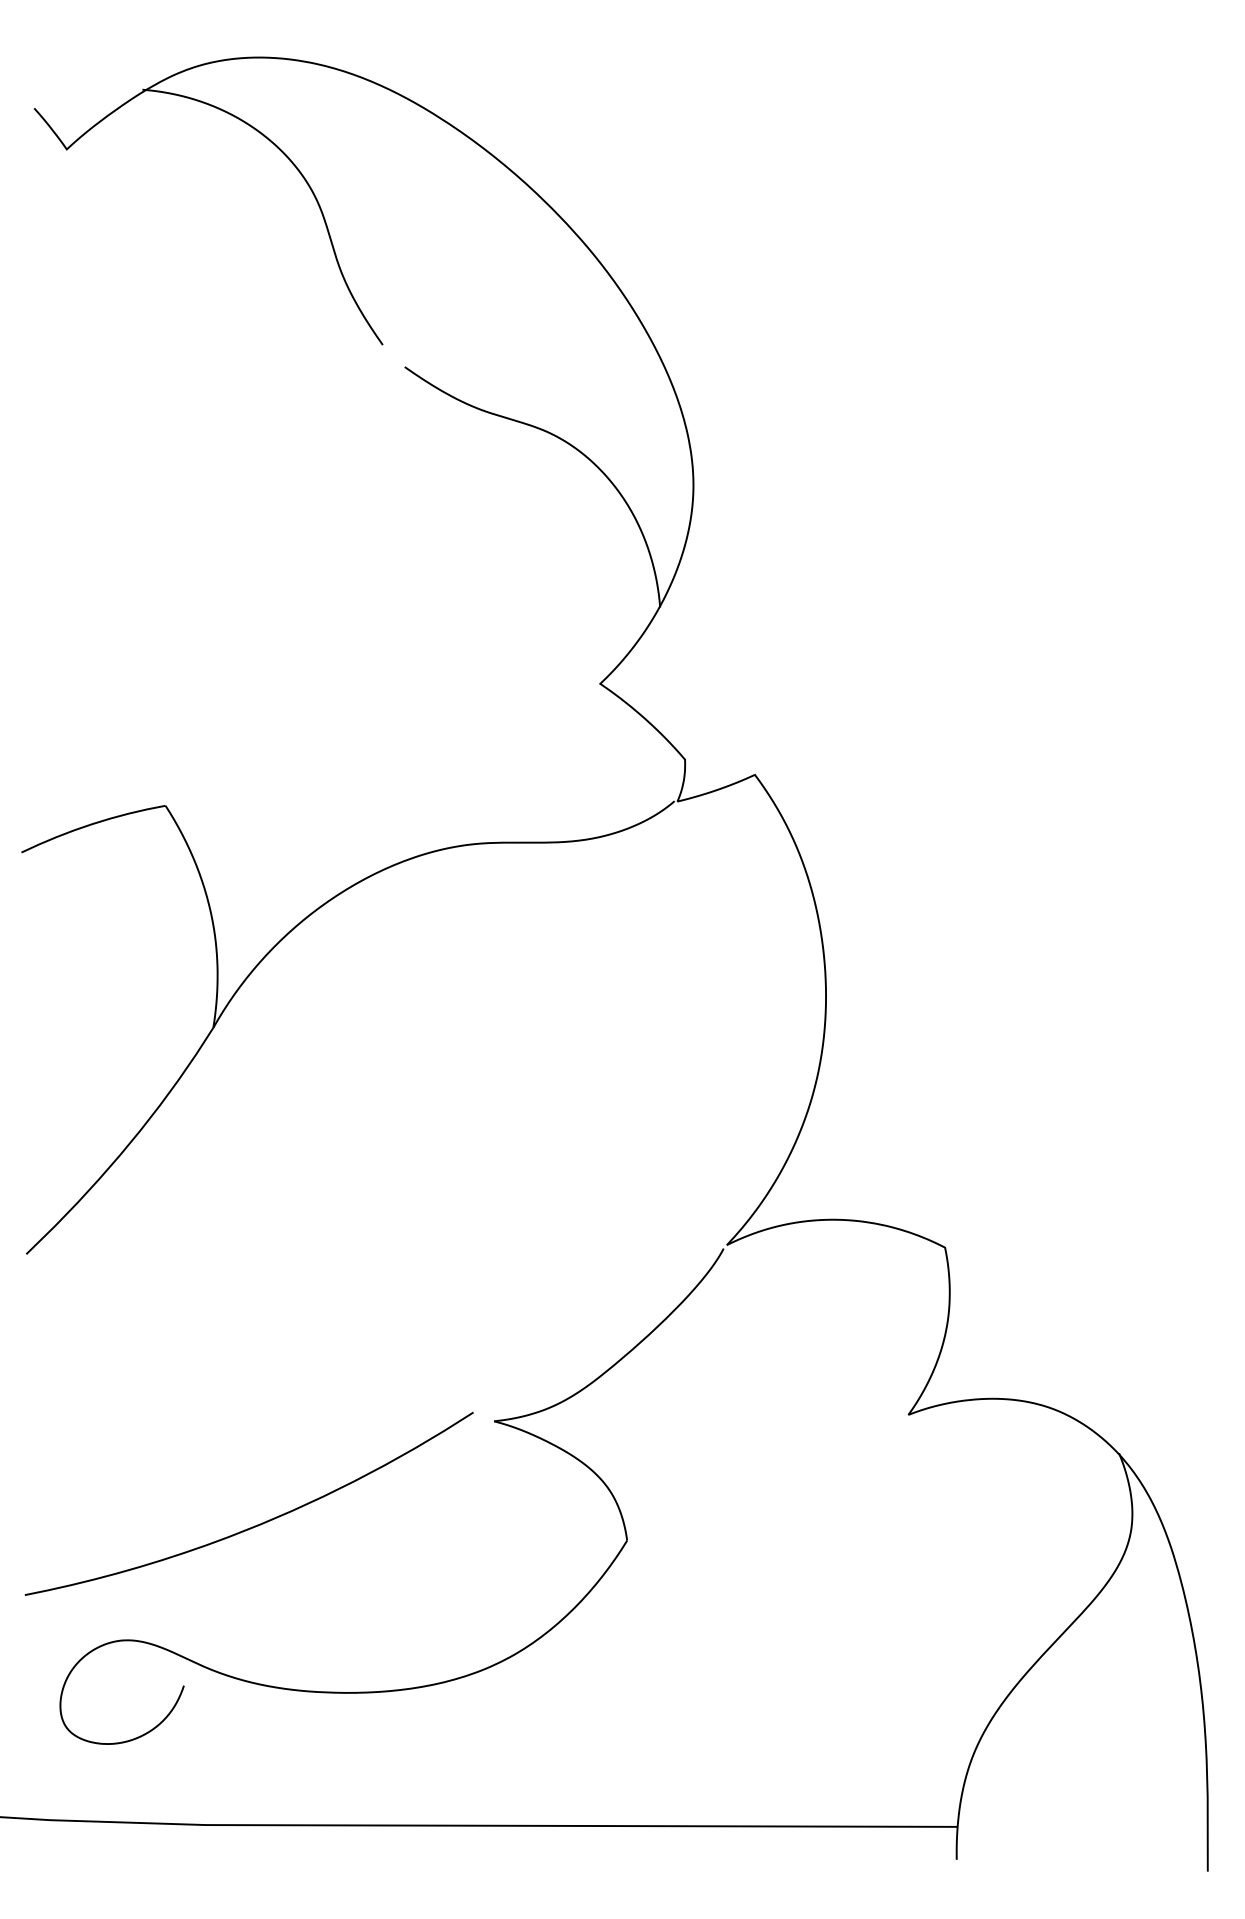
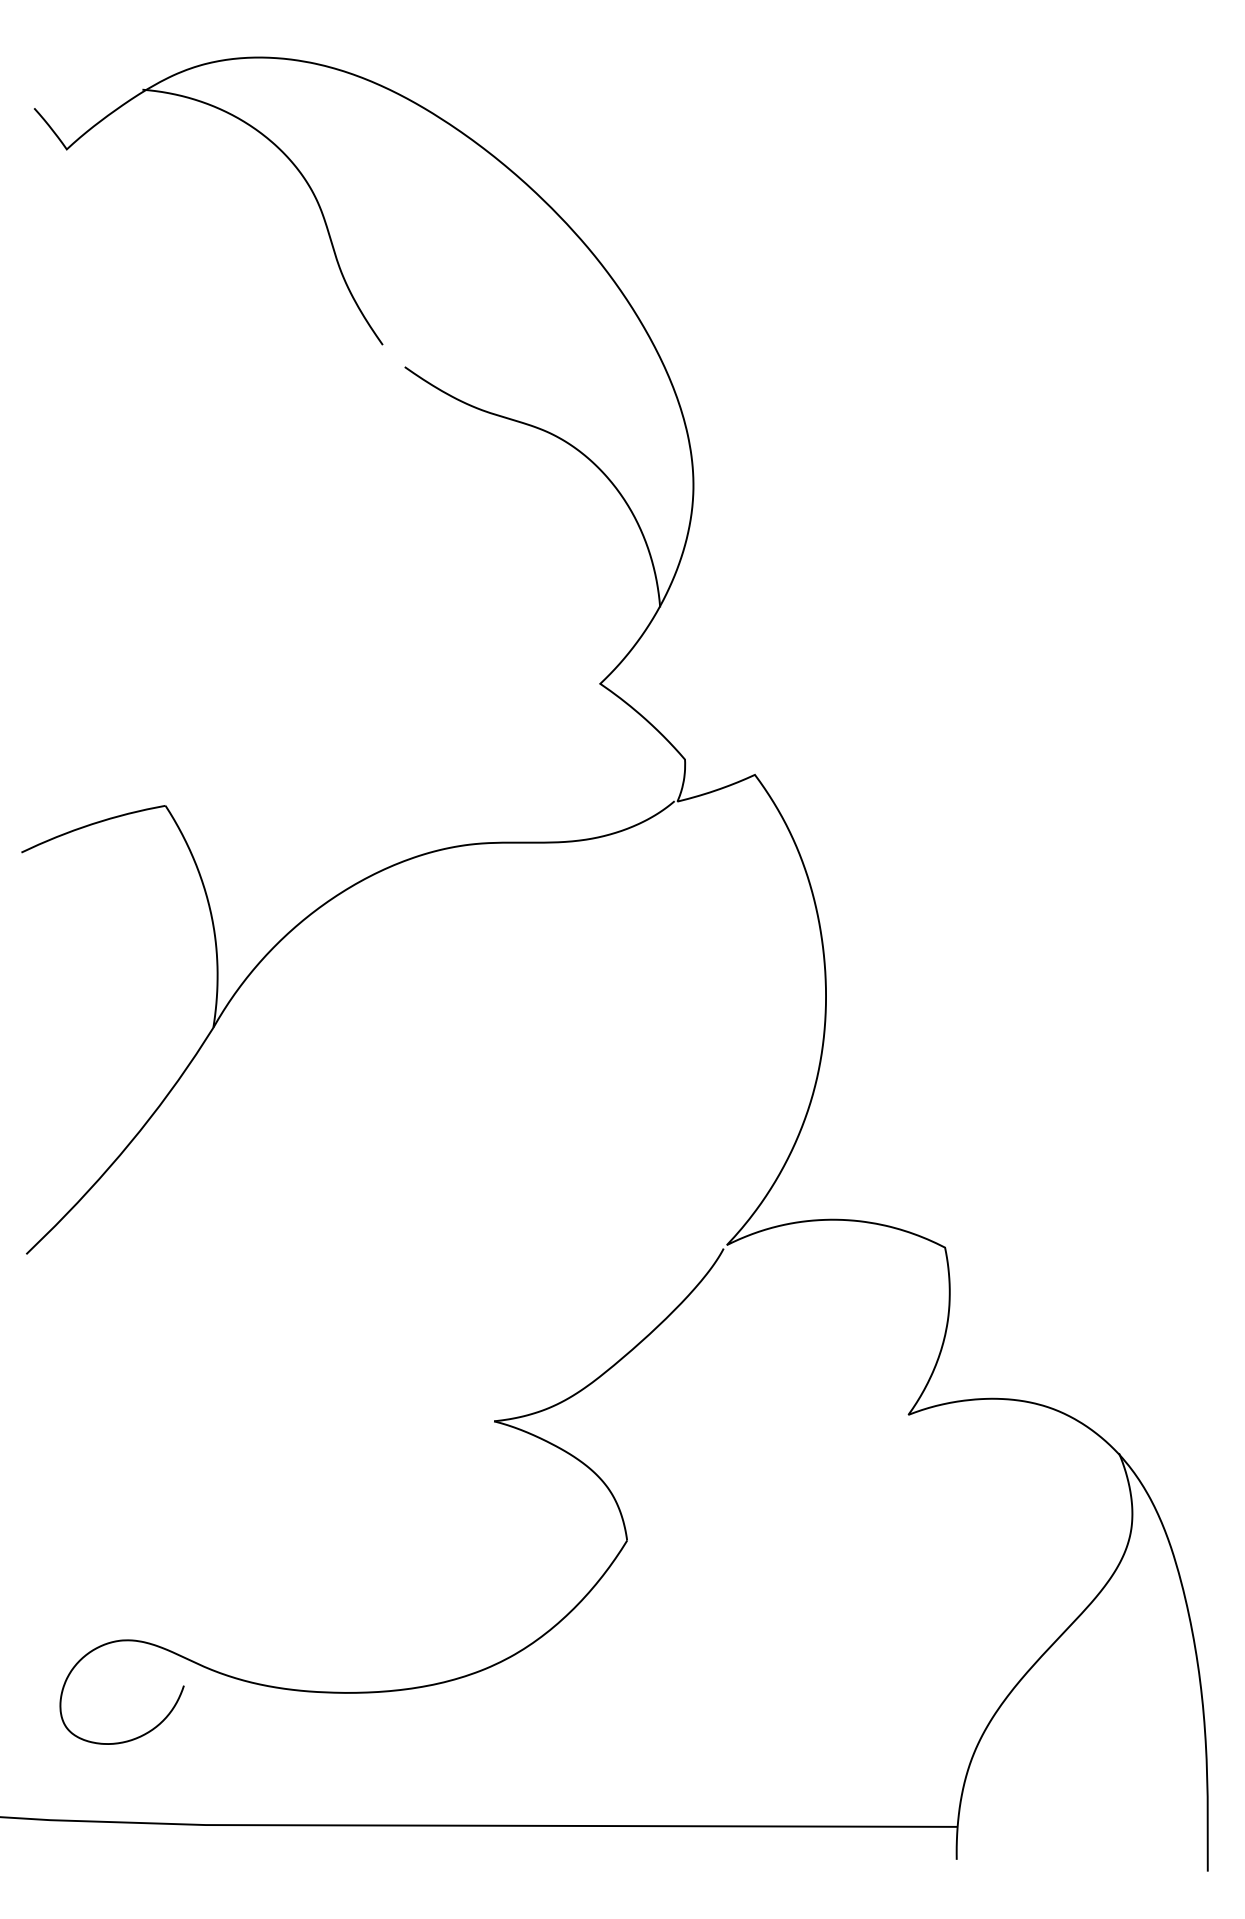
curve at (254, 1525): present -> none
